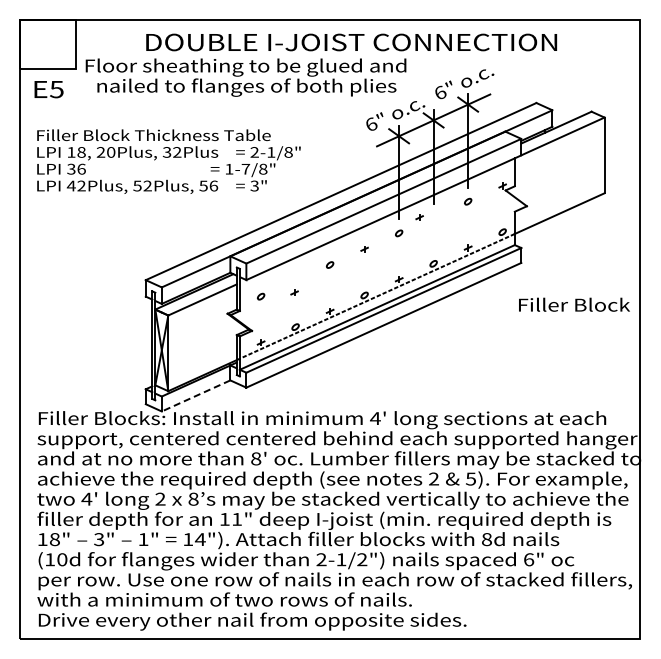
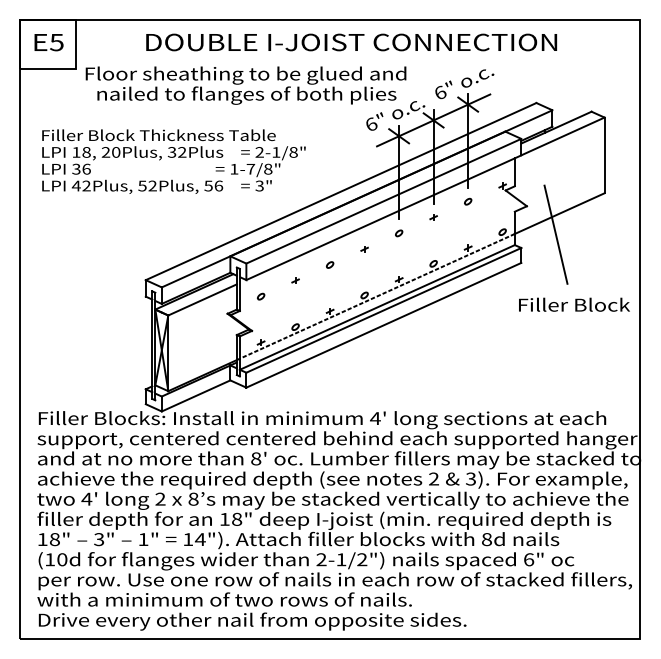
text at (245, 77) position: (245, 77) -> (245, 85)
text at (48, 89) position: (48, 89) -> (48, 42)
text at (168, 161) position: (168, 161) -> (173, 161)
part at (419, 217) position: (419, 217) -> (433, 217)
line at (555, 234): none -> present
part at (294, 292) position: (294, 292) -> (295, 280)
line at (196, 395): dashed -> solid
text at (470, 478): 5). -> 3).
text at (237, 518): 11" -> 18"
